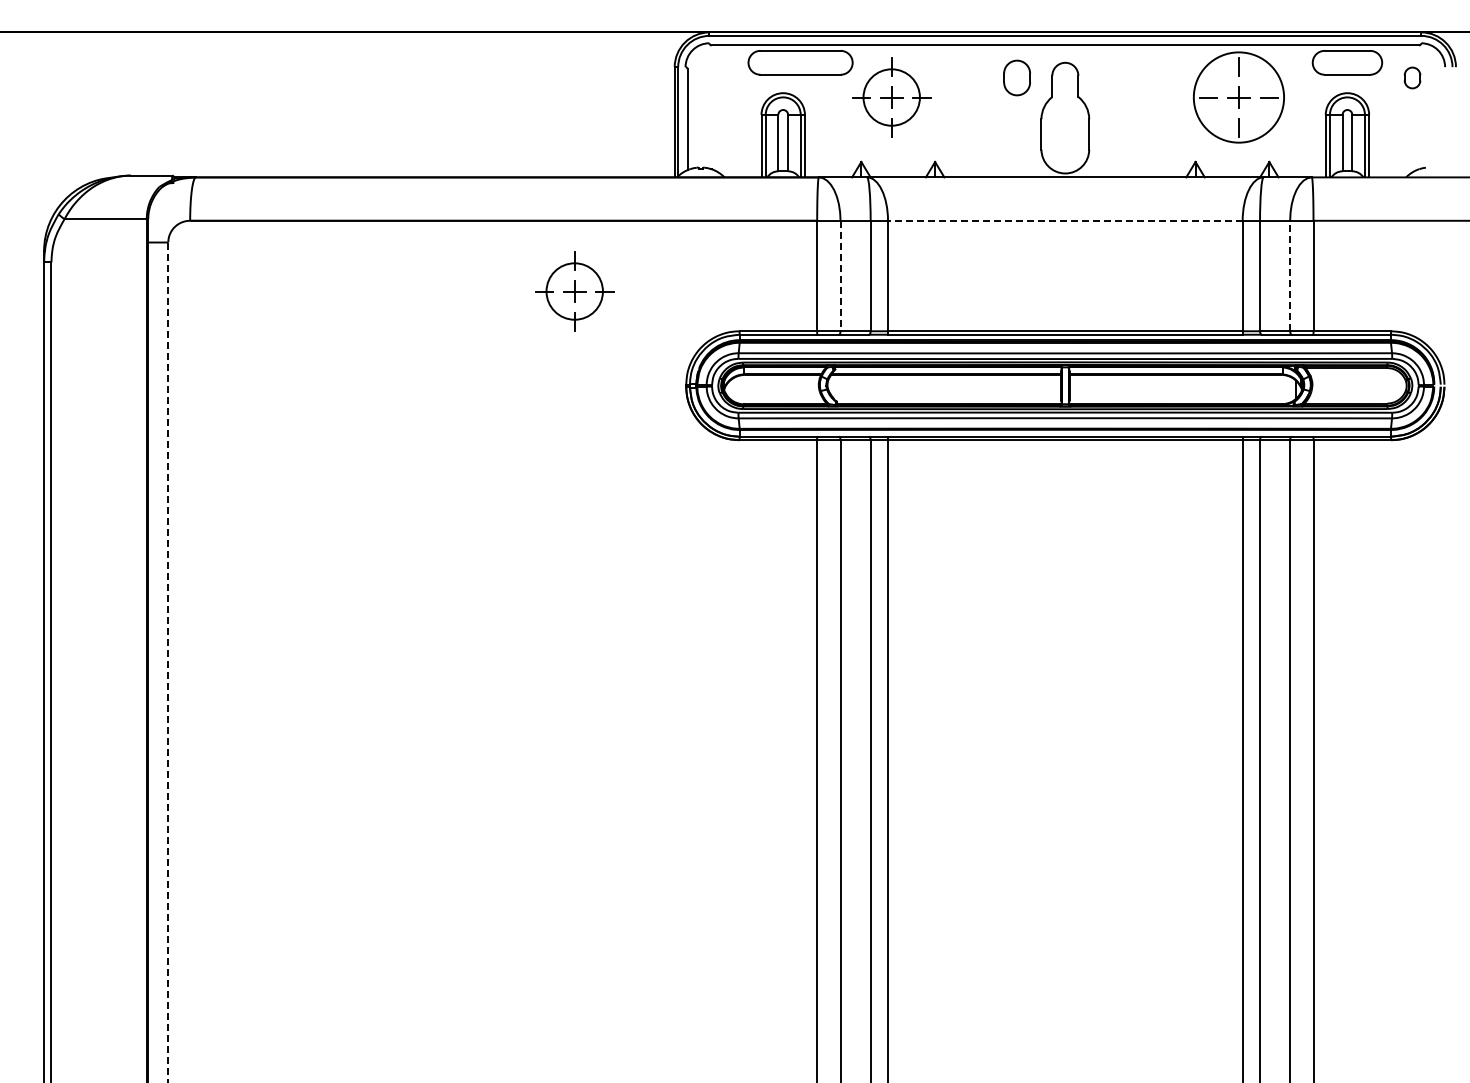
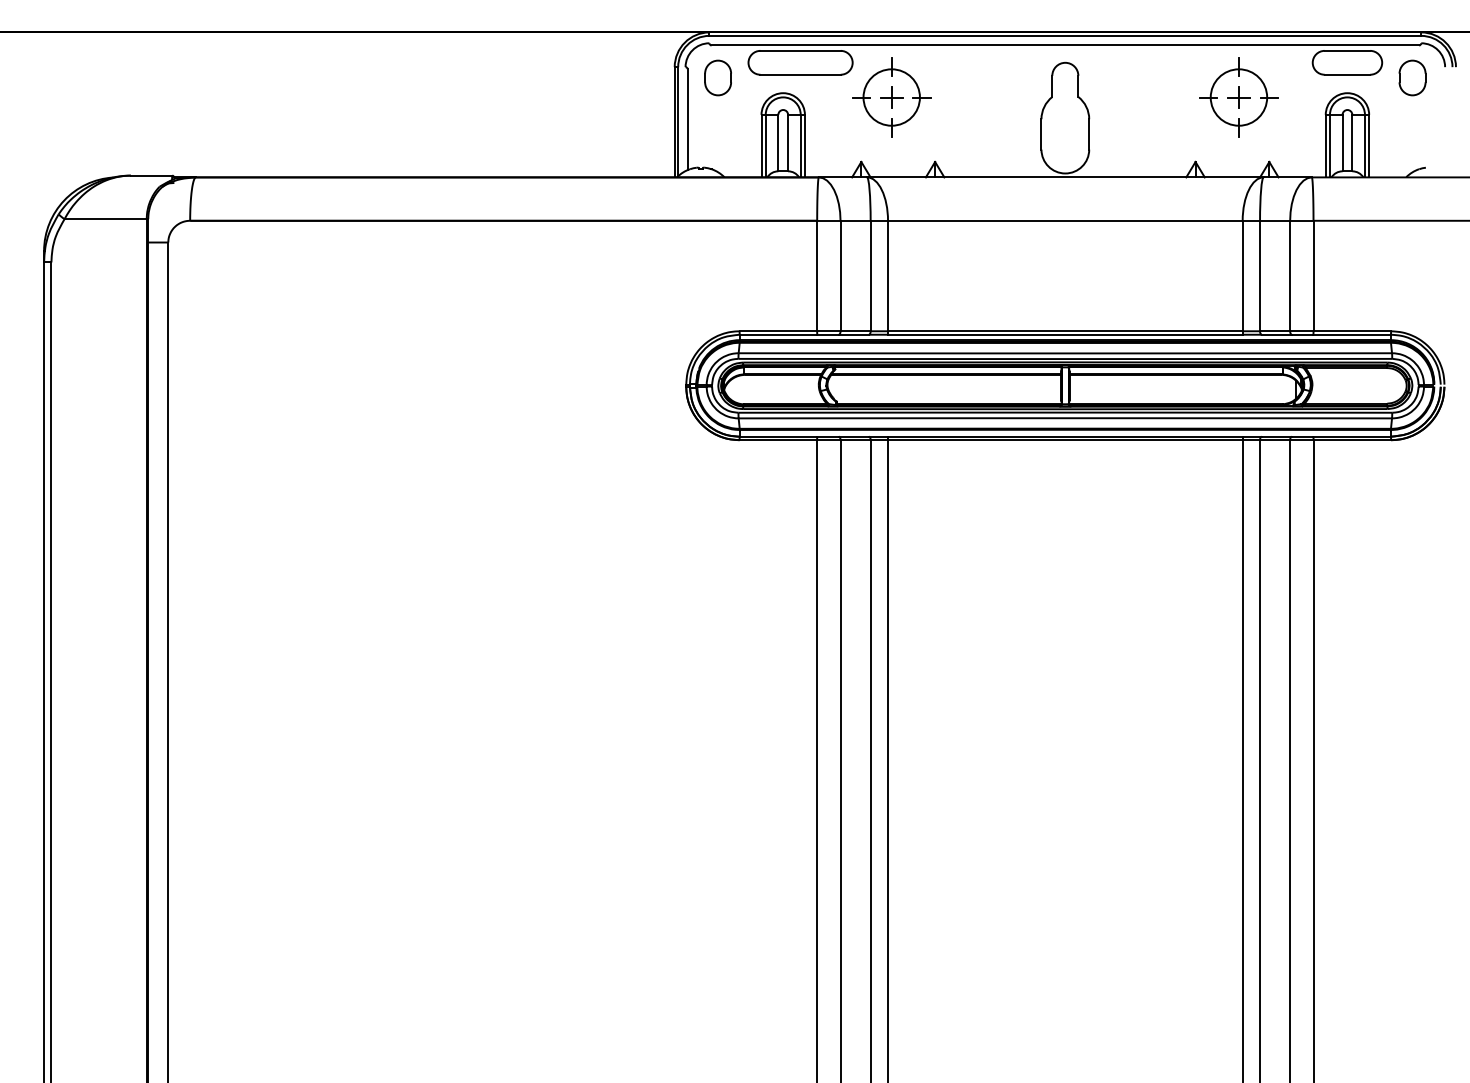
part at (1016, 77) position: (1016, 77) -> (717, 77)
part at (1412, 77) size: 19x24 px -> 29x38 px
circle at (1238, 97) diameter: 90 px -> 56 px
line at (1064, 220): dashed -> solid
line at (1290, 275): dashed -> solid
line at (840, 276): dashed -> solid
part at (574, 291): present -> none
line at (168, 662): dashed -> solid
